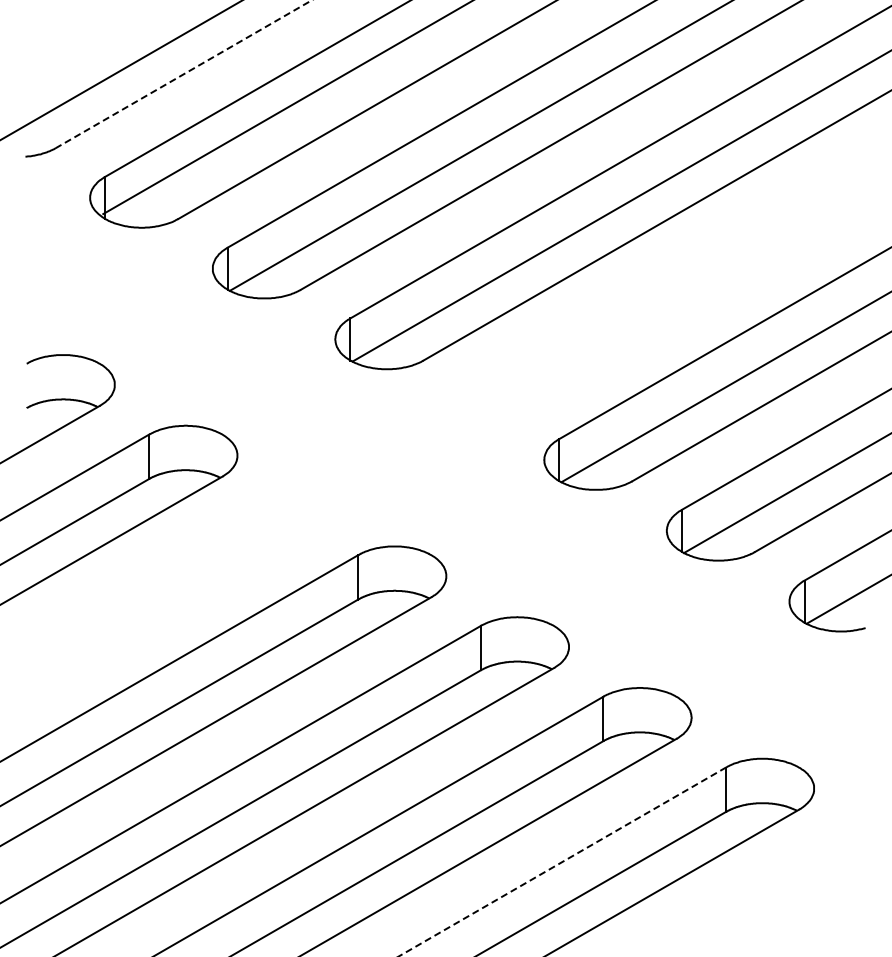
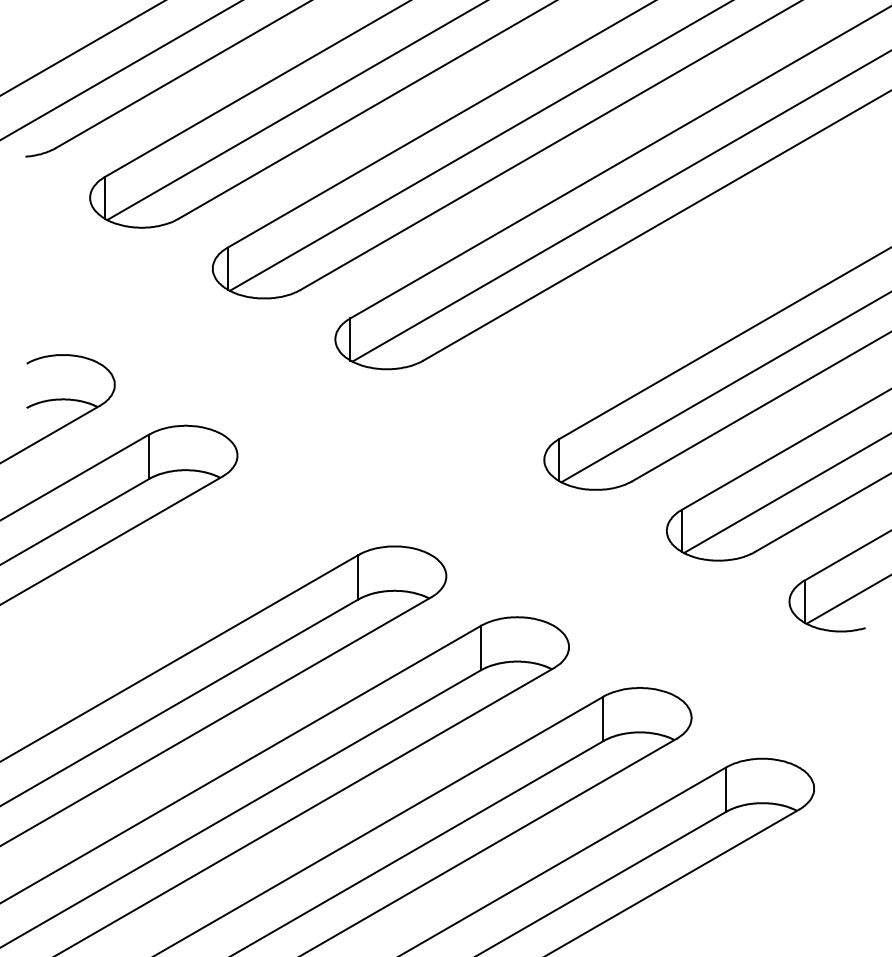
line at (82, 48): none -> present
line at (183, 74): dashed -> solid
line at (286, 108) position: (286, 108) -> (295, 111)
line at (562, 861): dashed -> solid
